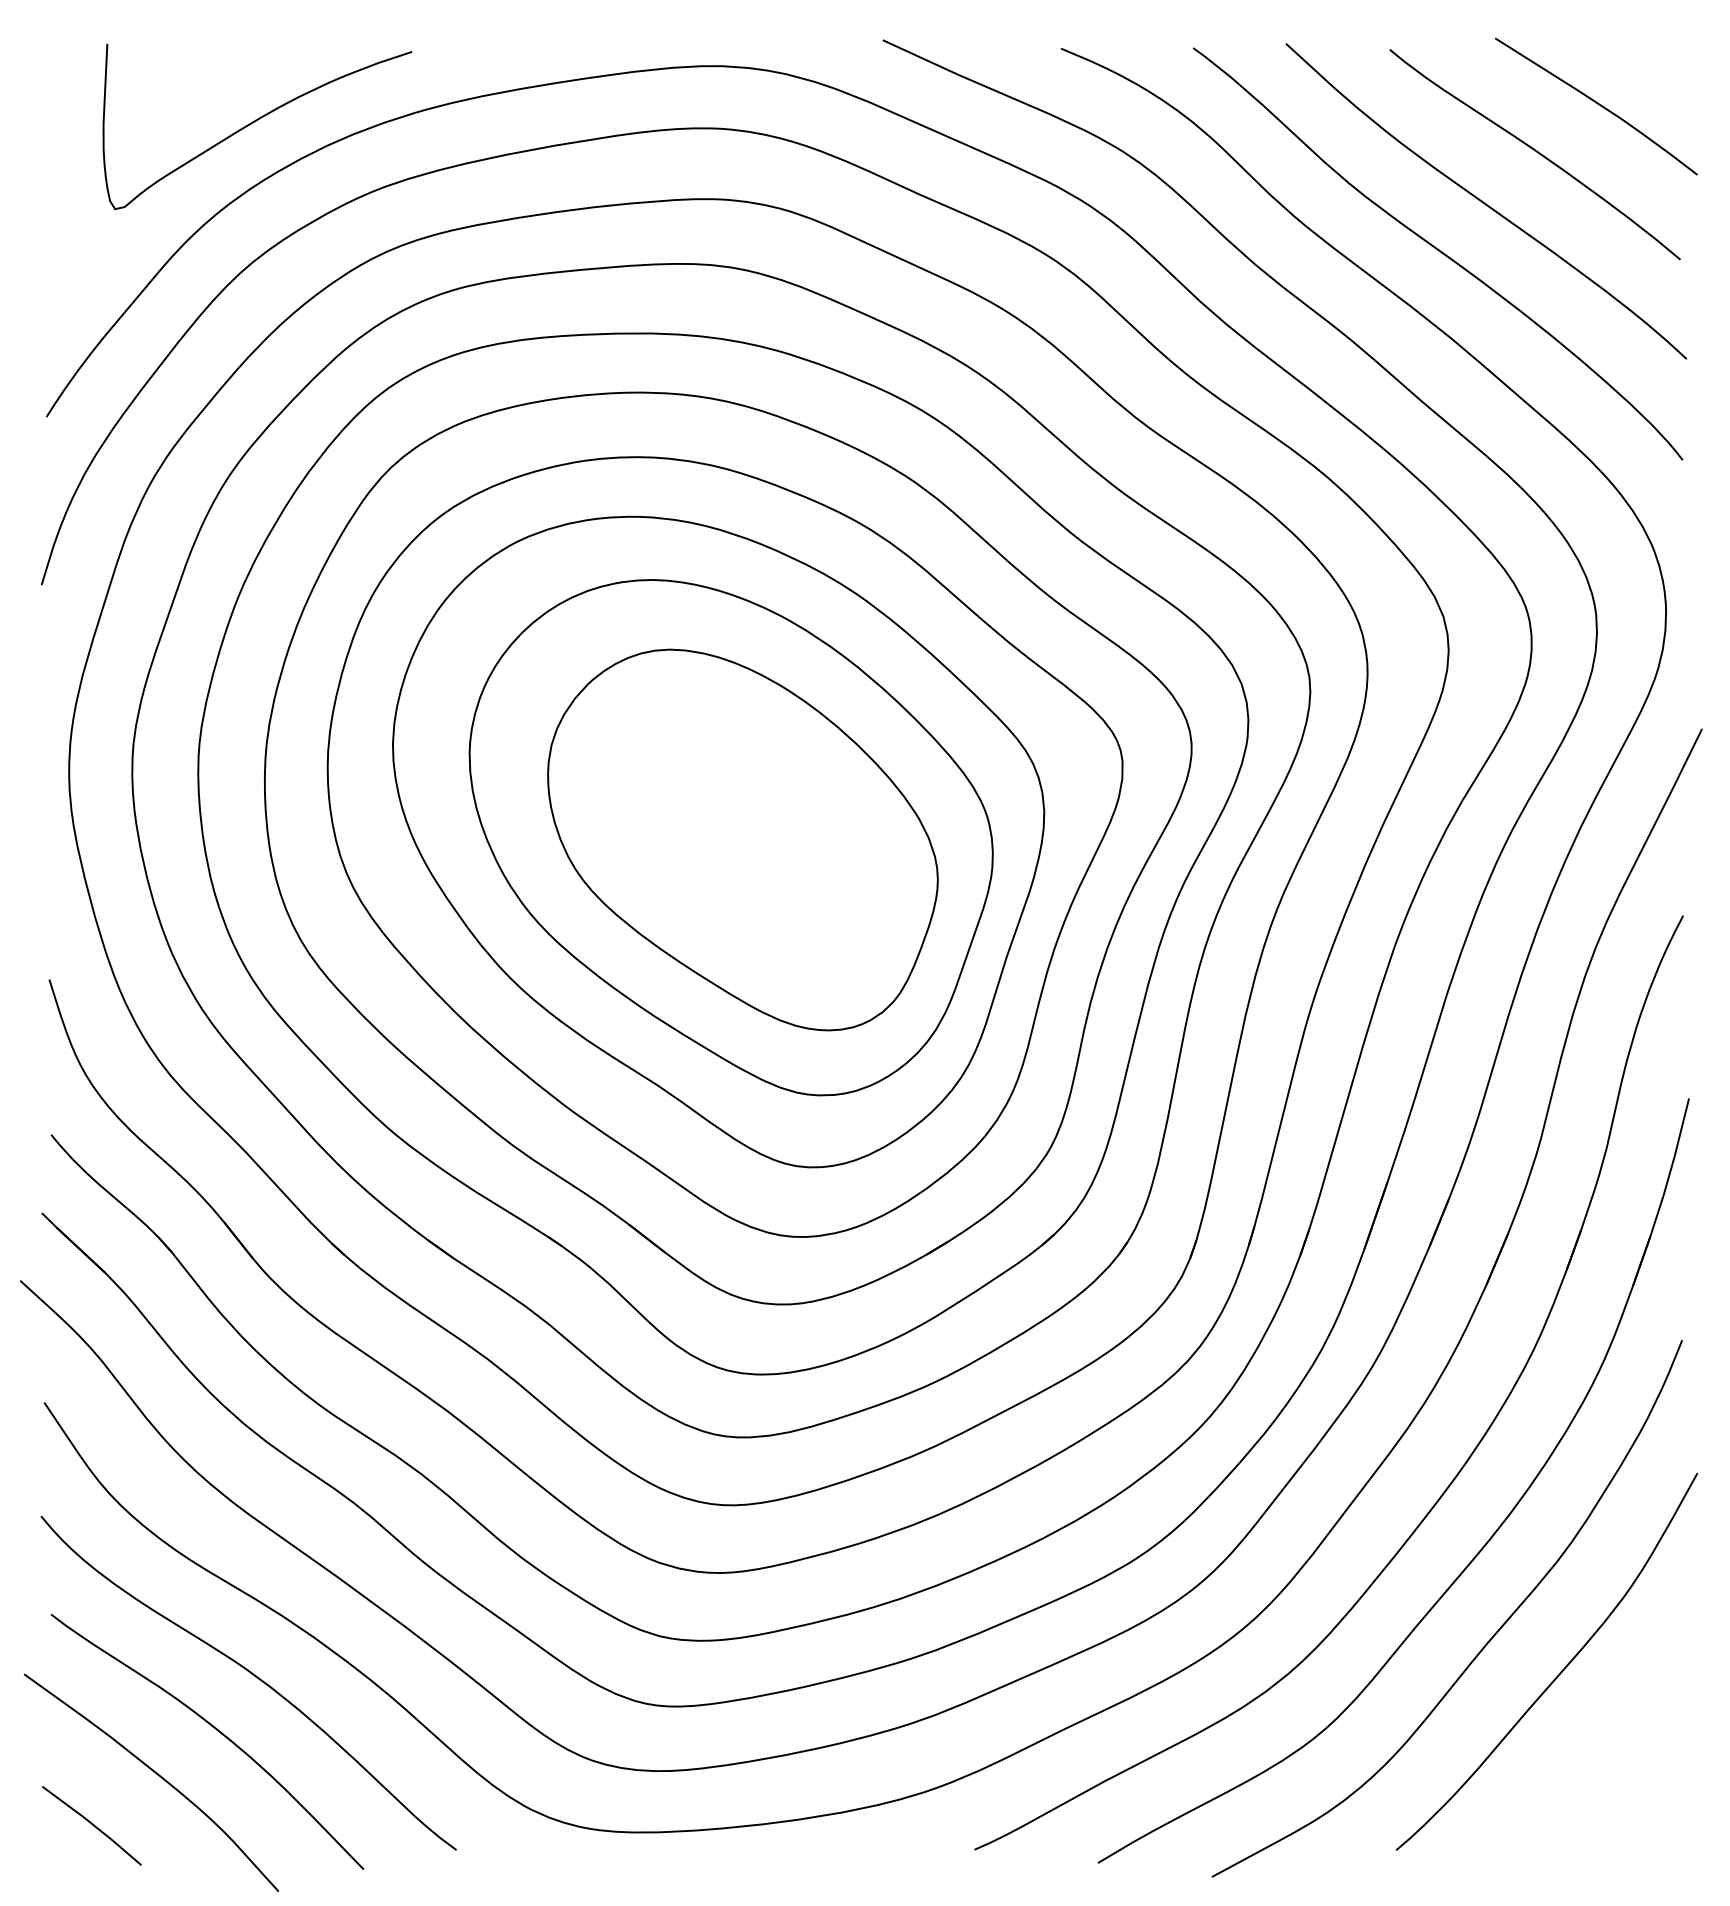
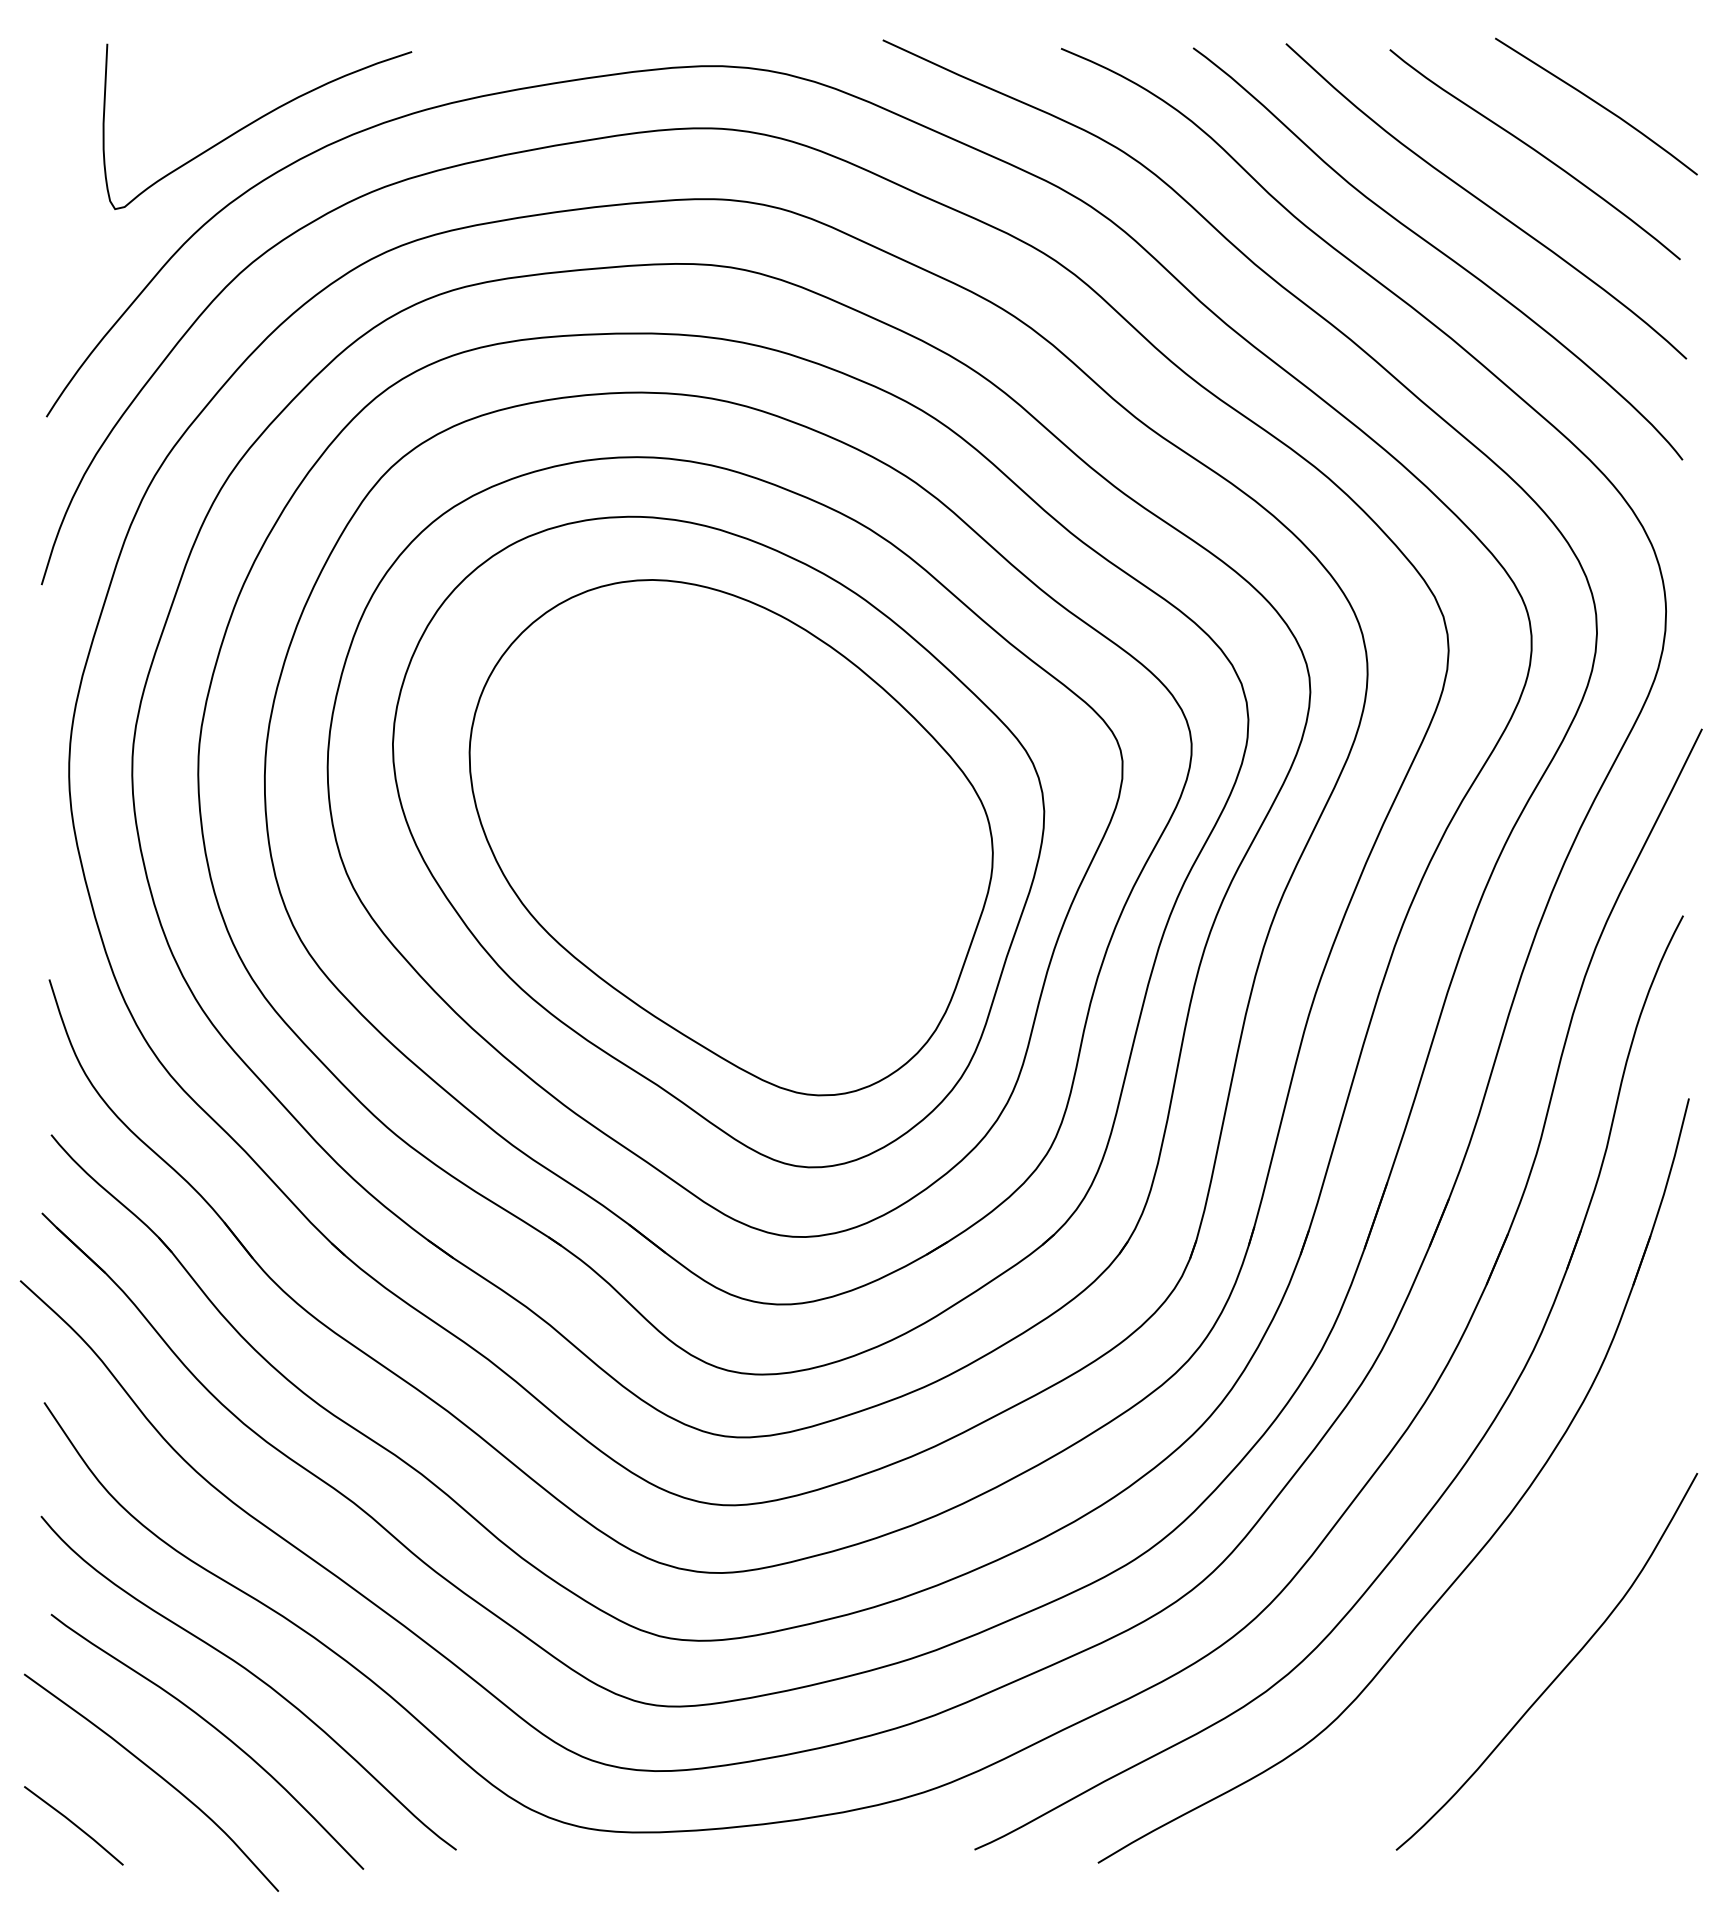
part at (742, 839): present -> none
curve at (1486, 1642): present -> none
line at (91, 1824) position: (91, 1824) -> (73, 1824)
